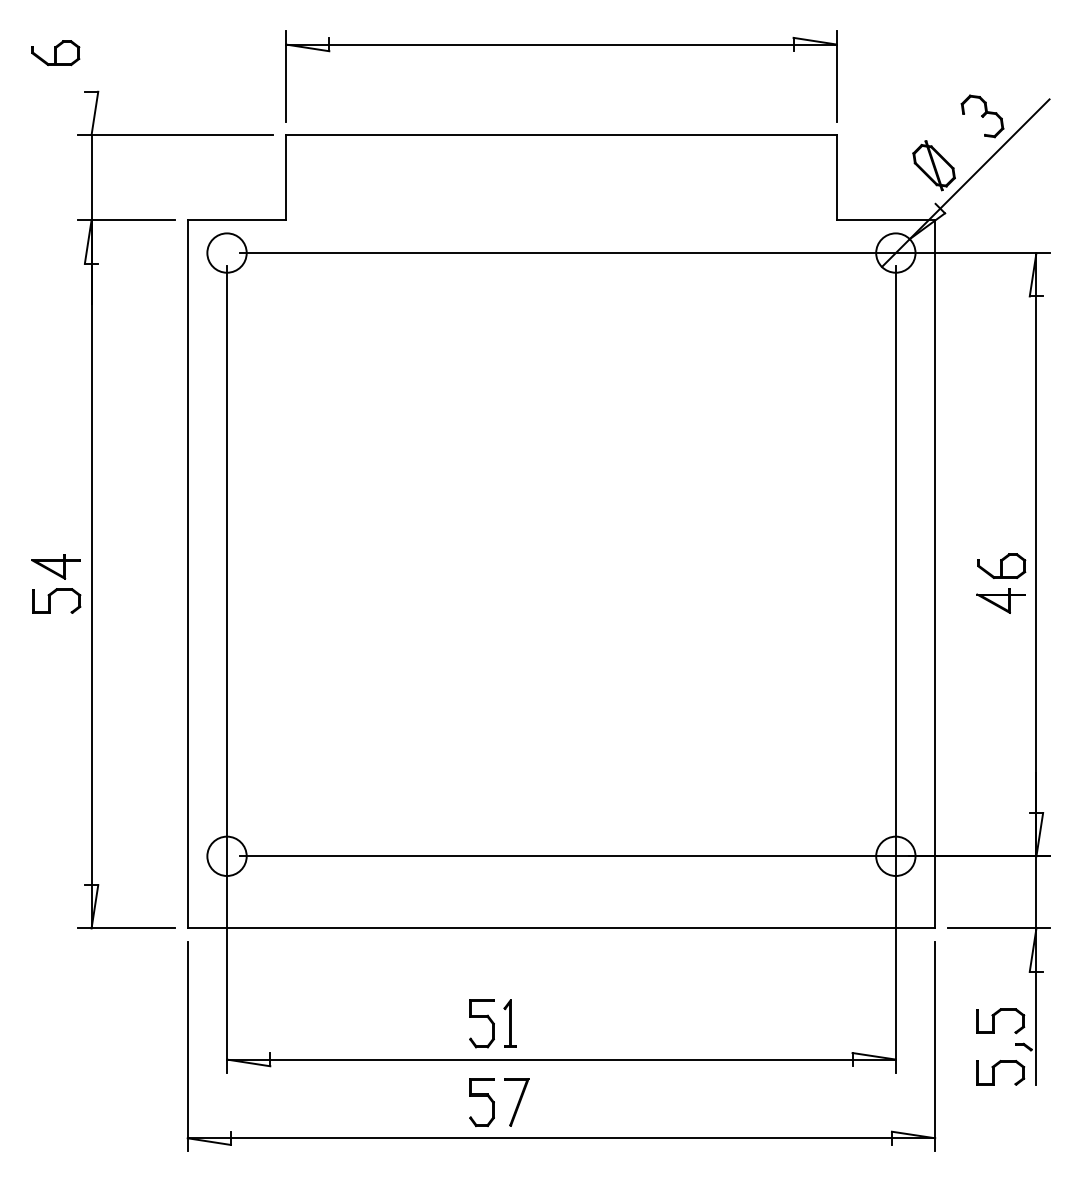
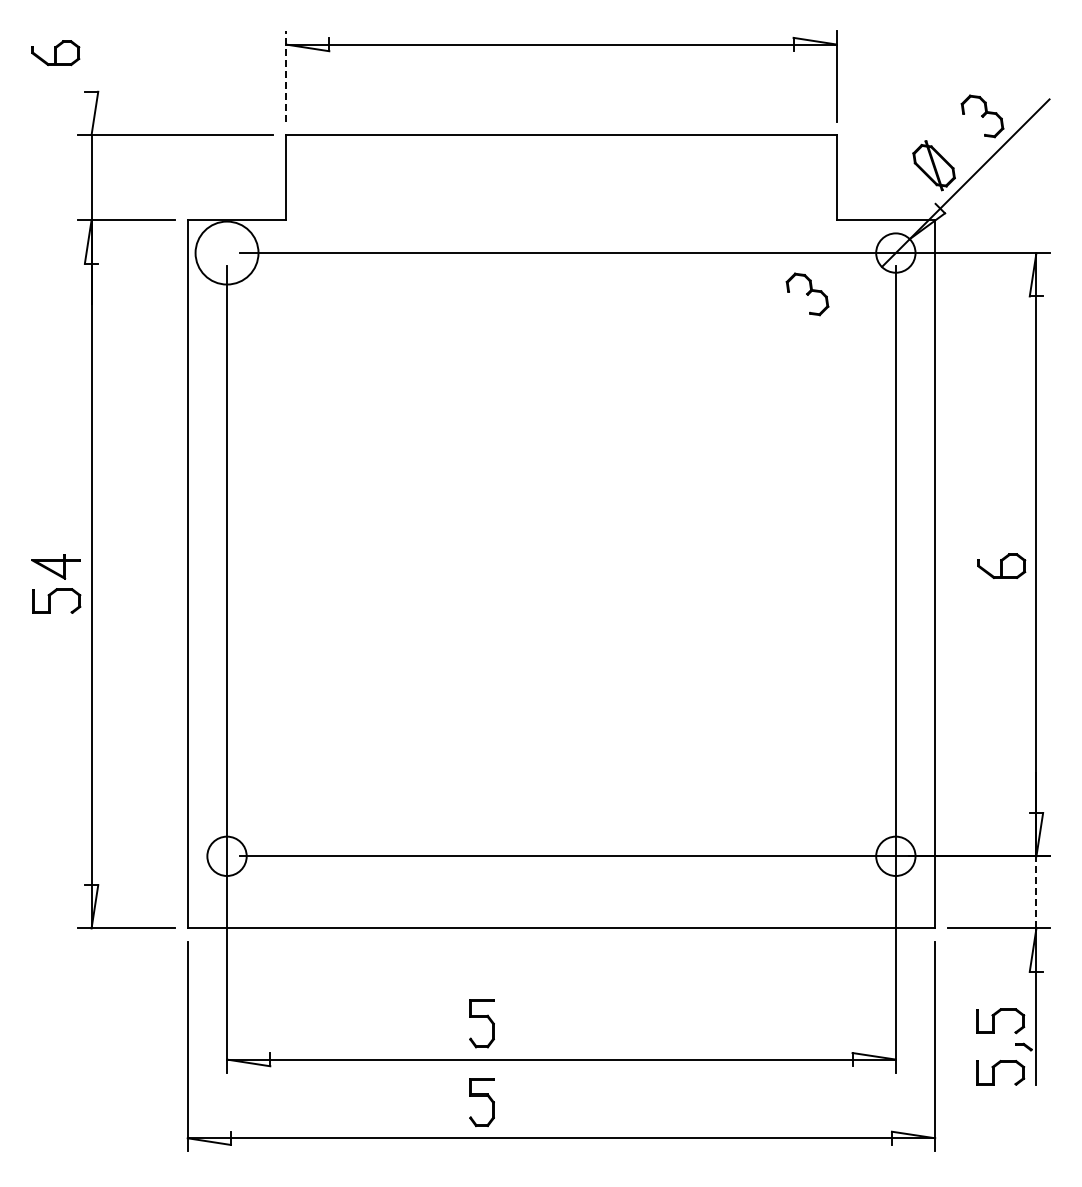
line at (286, 76): solid -> dashed
circle at (226, 252) diameter: 39 px -> 63 px
part at (807, 294): none -> present
part at (1000, 600): present -> none
line at (1036, 891): solid -> dashed
part at (509, 1023): present -> none
part at (516, 1102): present -> none
